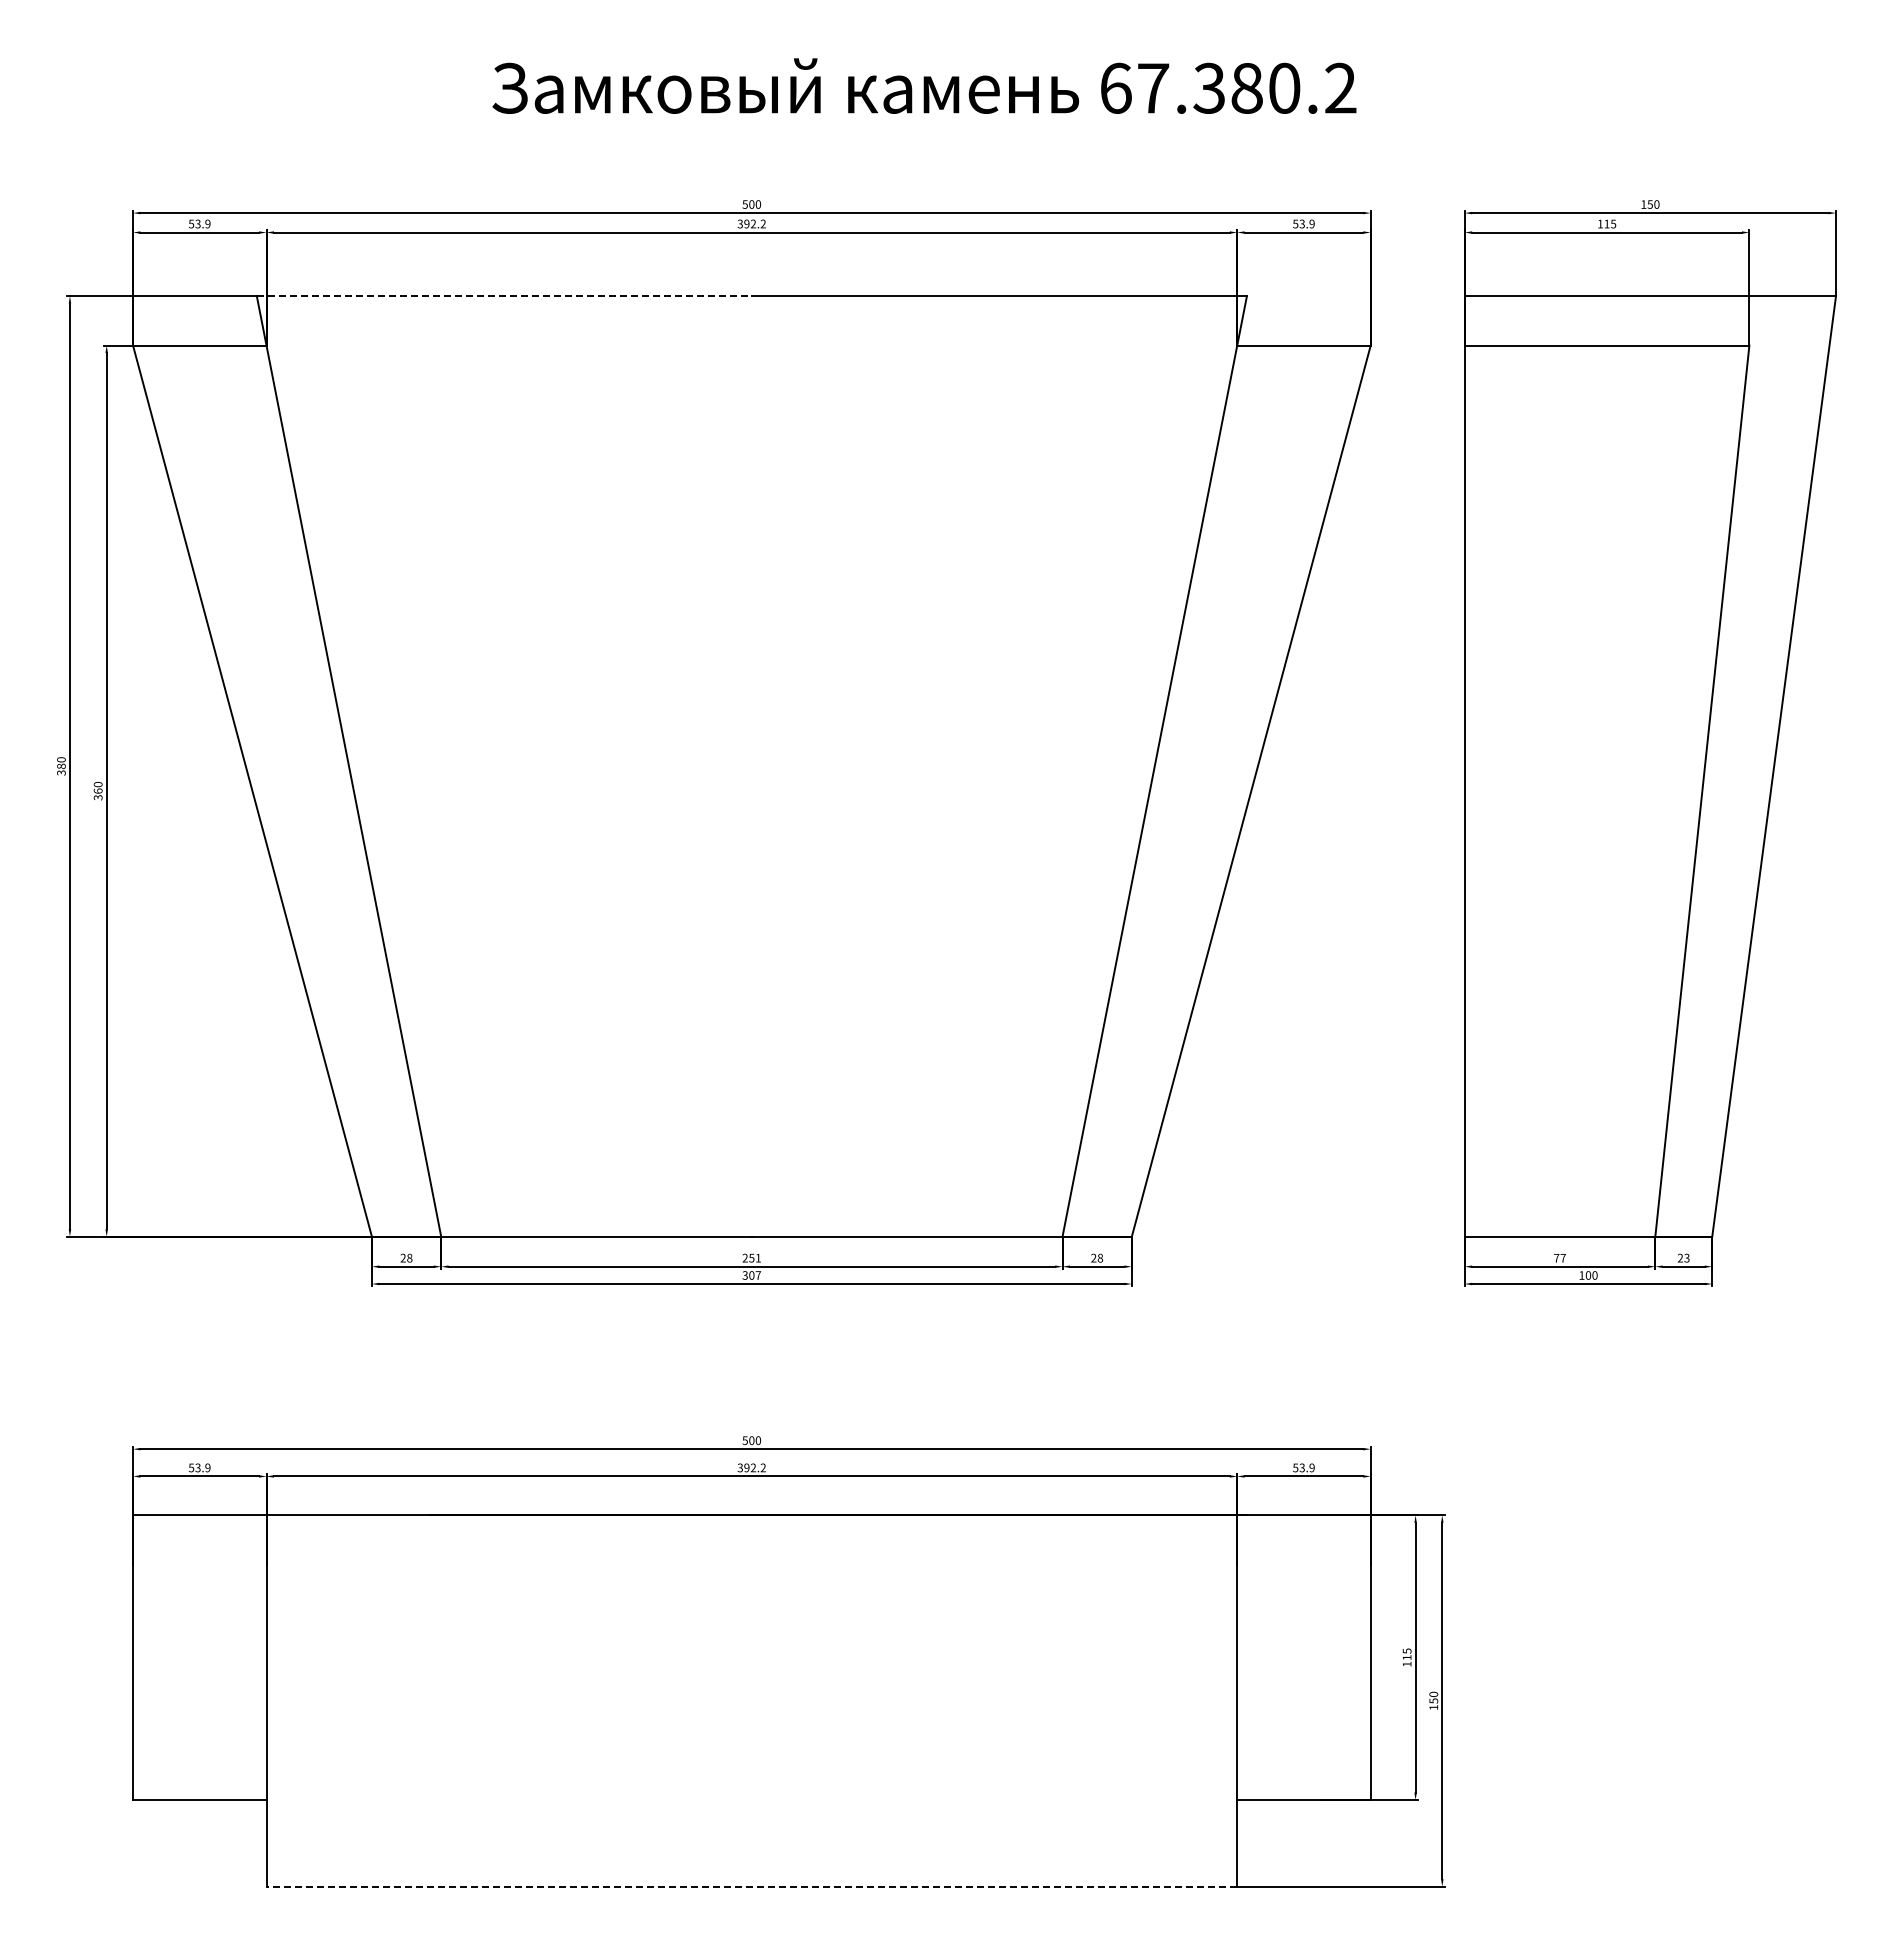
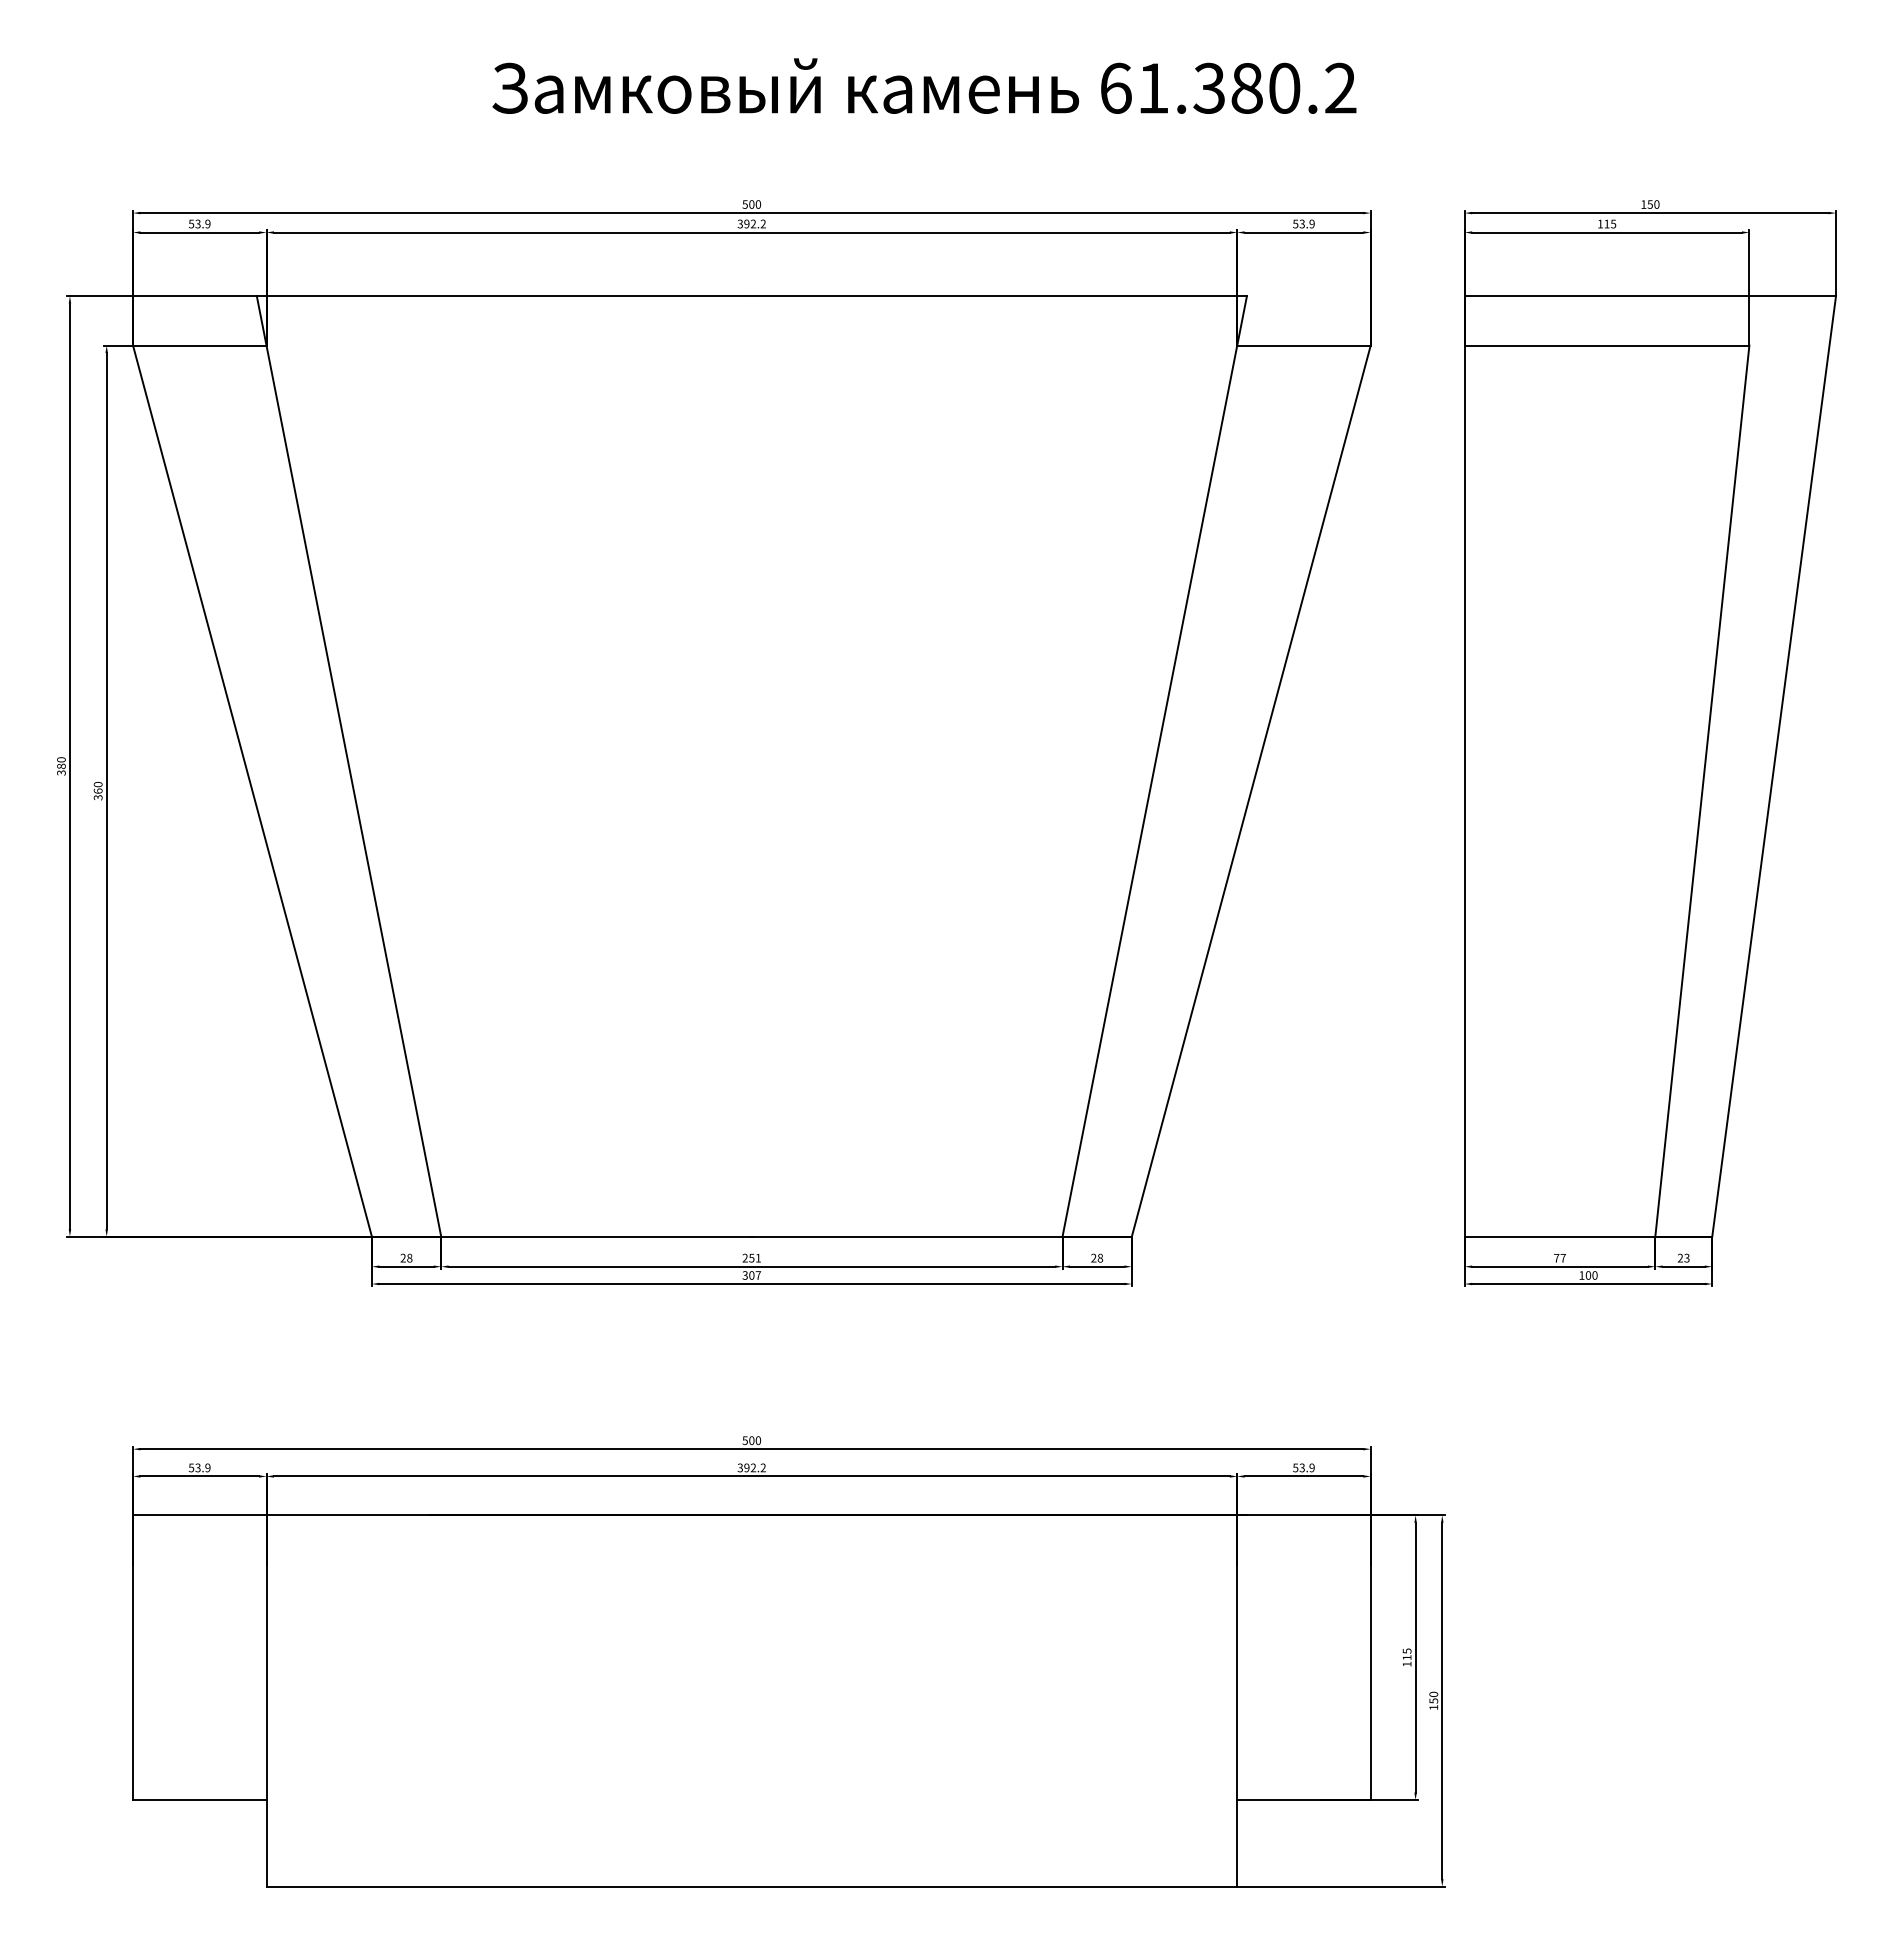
text at (1153, 88): 67.380.2 -> 61.380.2
line at (504, 296): dashed -> solid
line at (751, 1886): dashed -> solid
